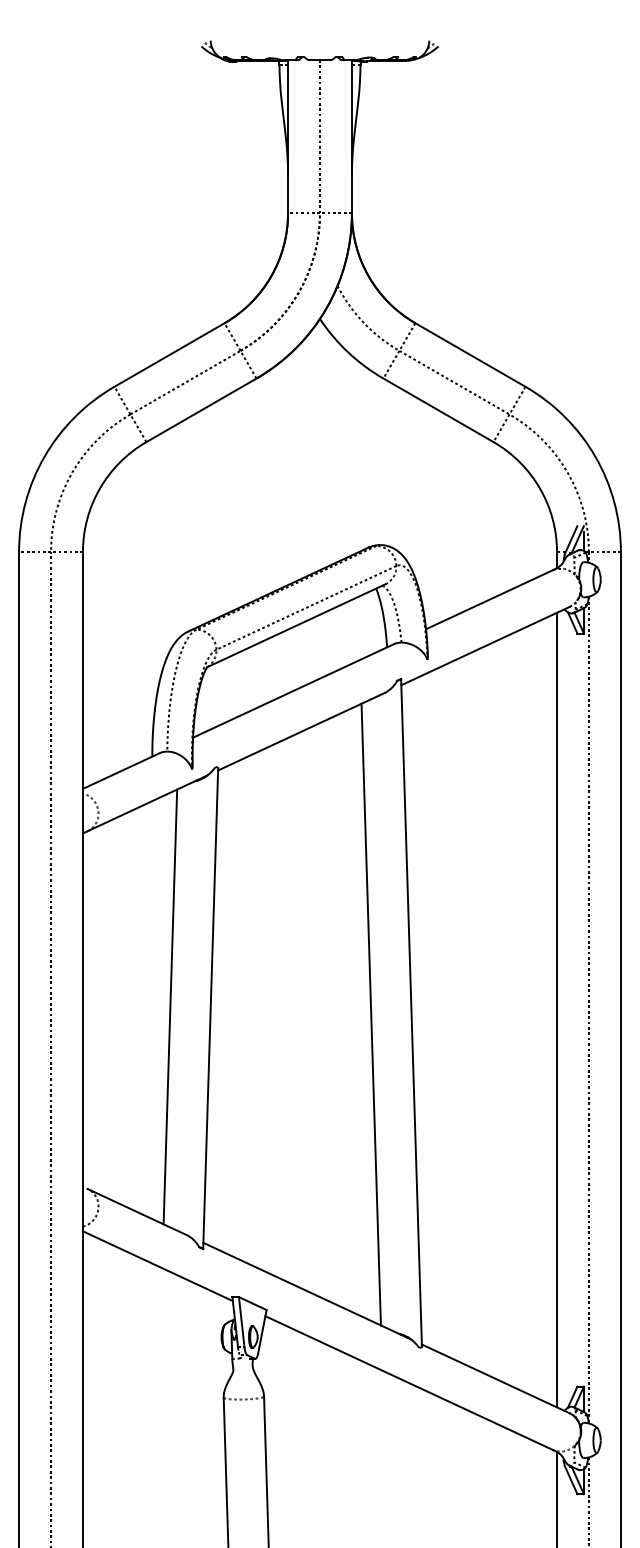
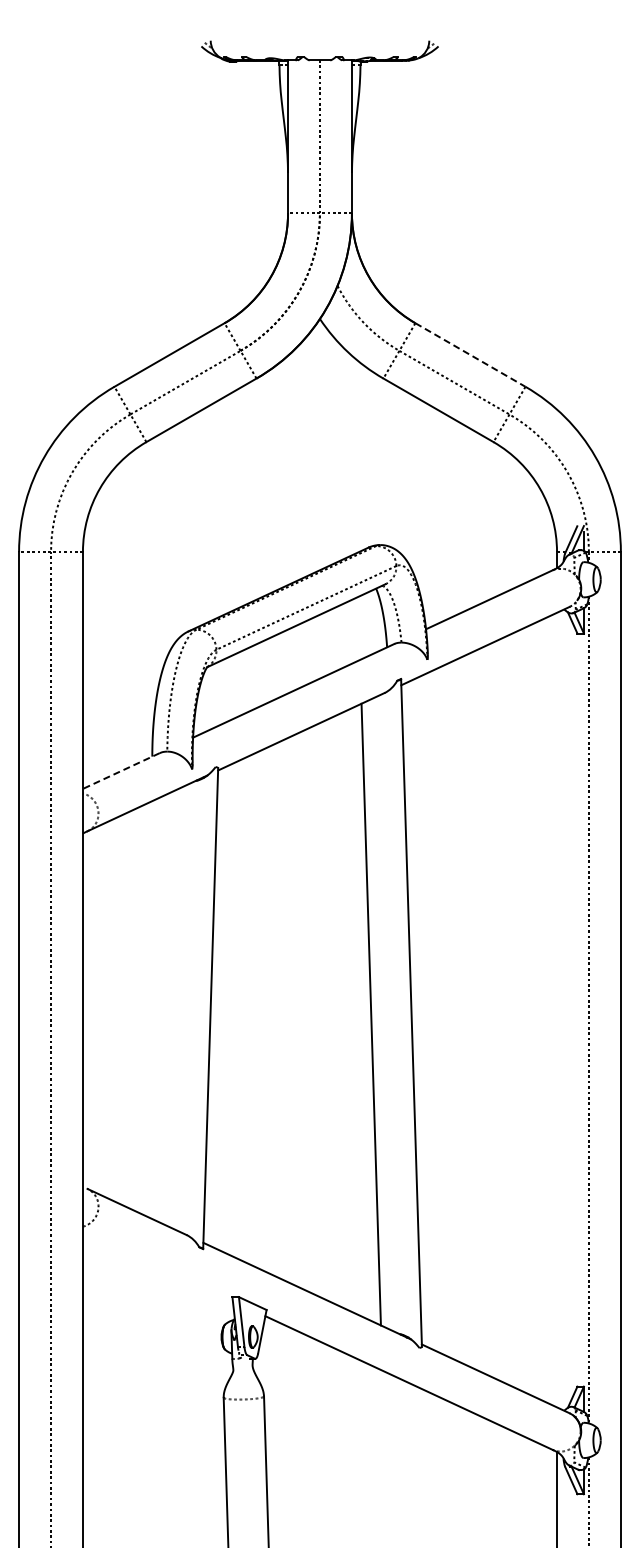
line at (470, 355): solid -> dashed
line at (120, 771): solid -> dashed
line at (170, 1006): present -> none
line at (557, 1009): present -> none
line at (157, 1266): present -> none
